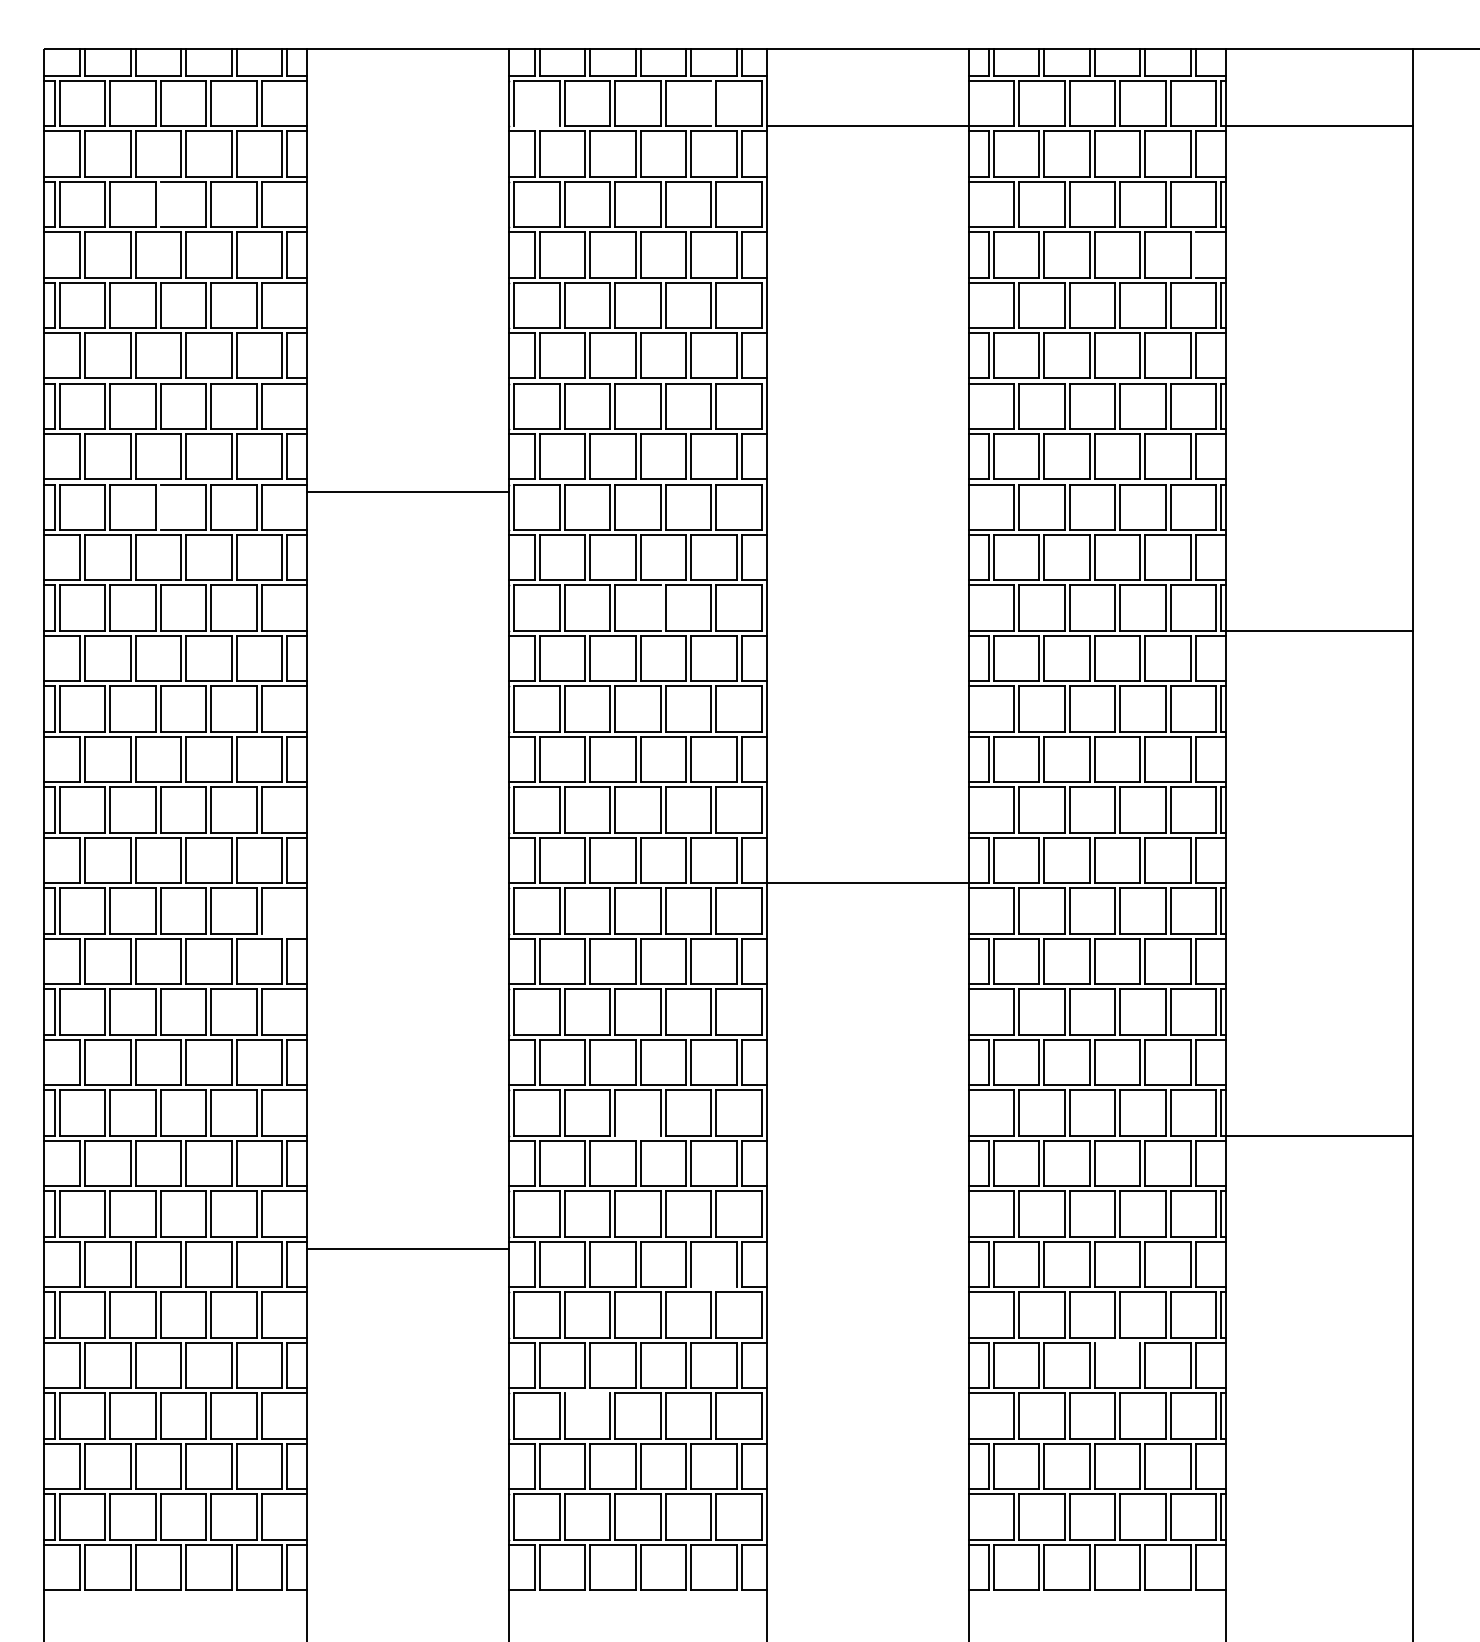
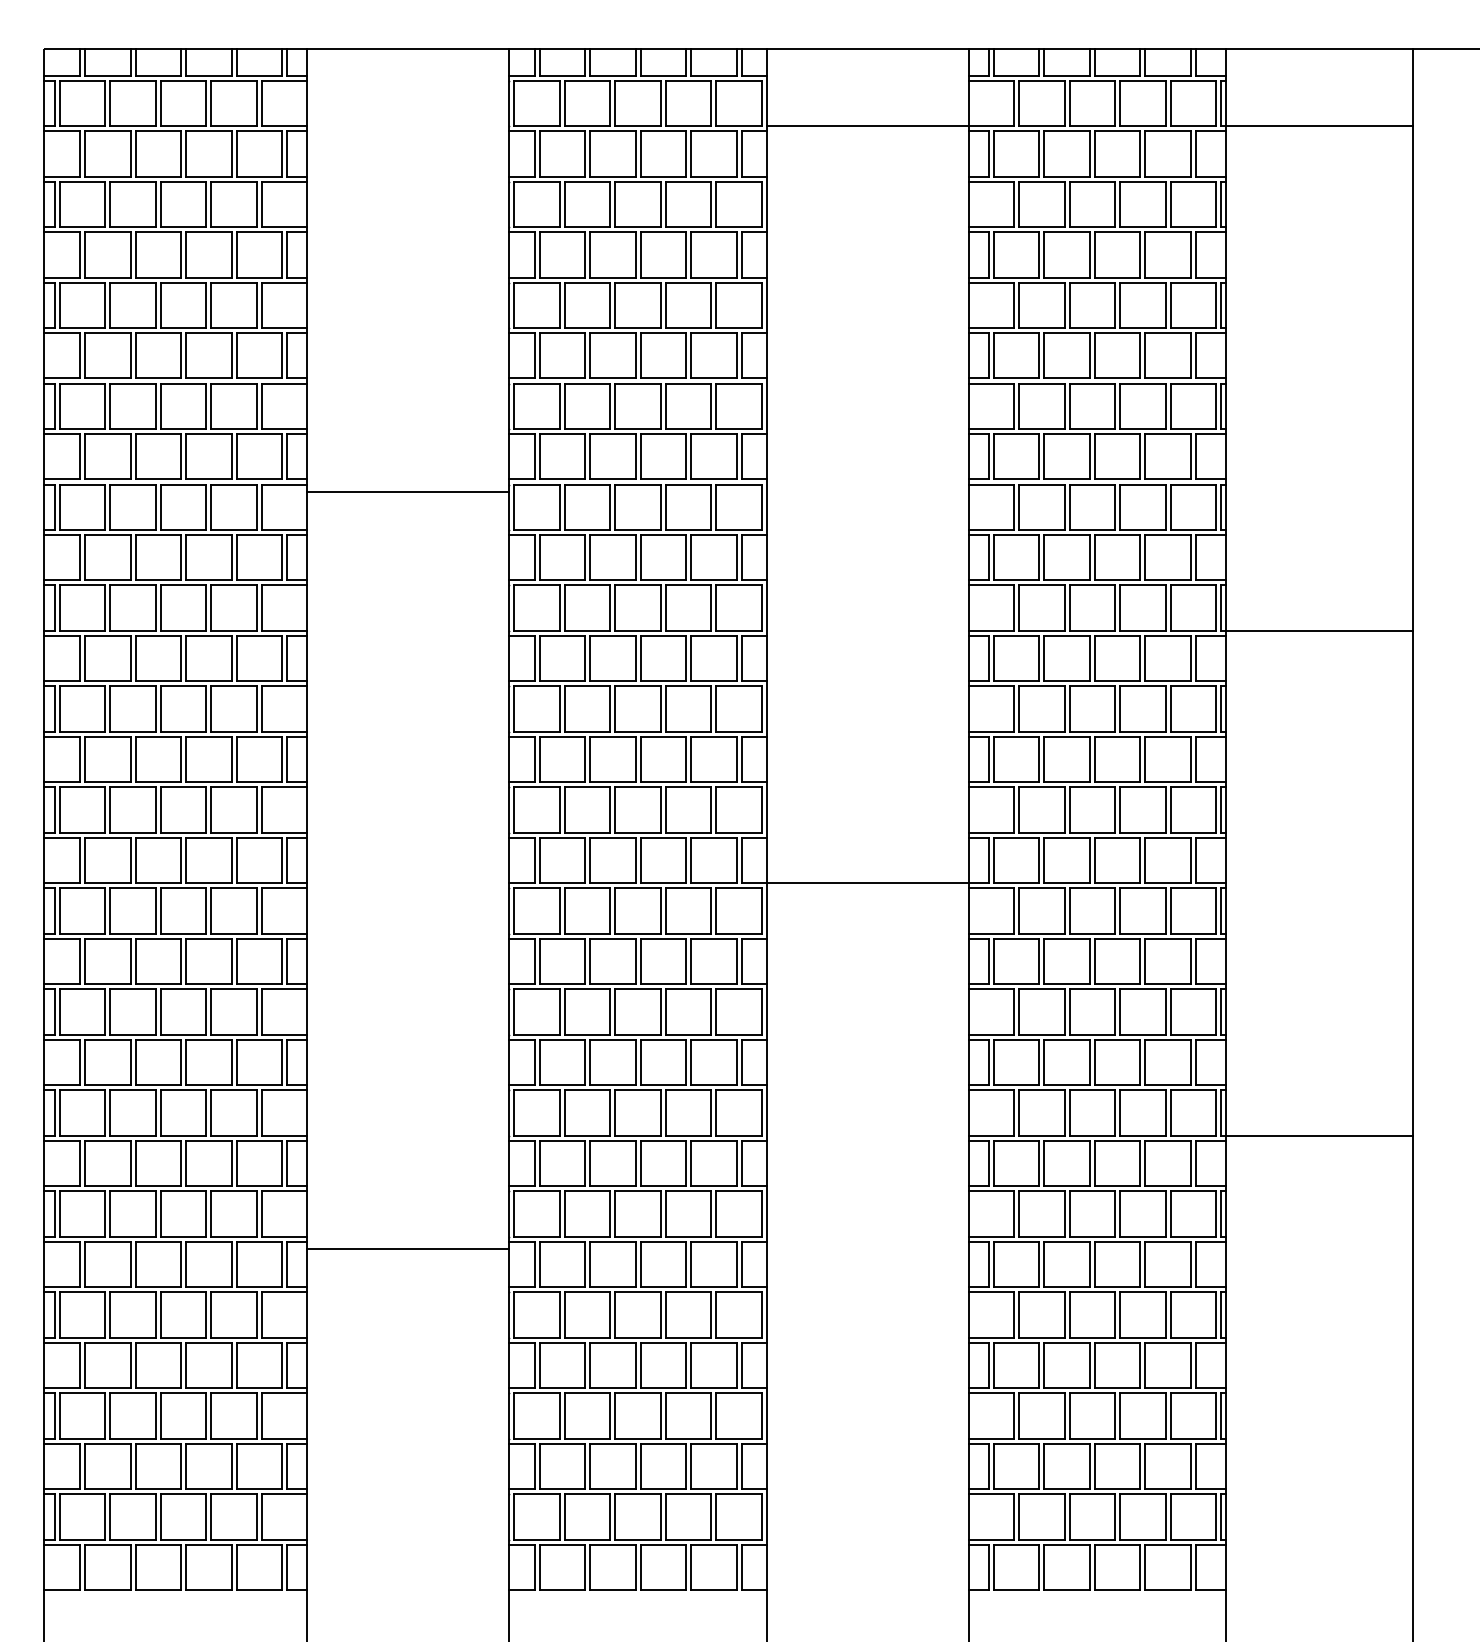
line at (711, 103): none -> present
line at (536, 126): none -> present
line at (160, 204): none -> present
line at (1195, 254): none -> present
line at (160, 506): none -> present
line at (660, 607): none -> present
line at (284, 933): none -> present
line at (637, 1135): none -> present
line at (713, 1287): none -> present
line at (1117, 1342): none -> present
line at (587, 1393): none -> present
